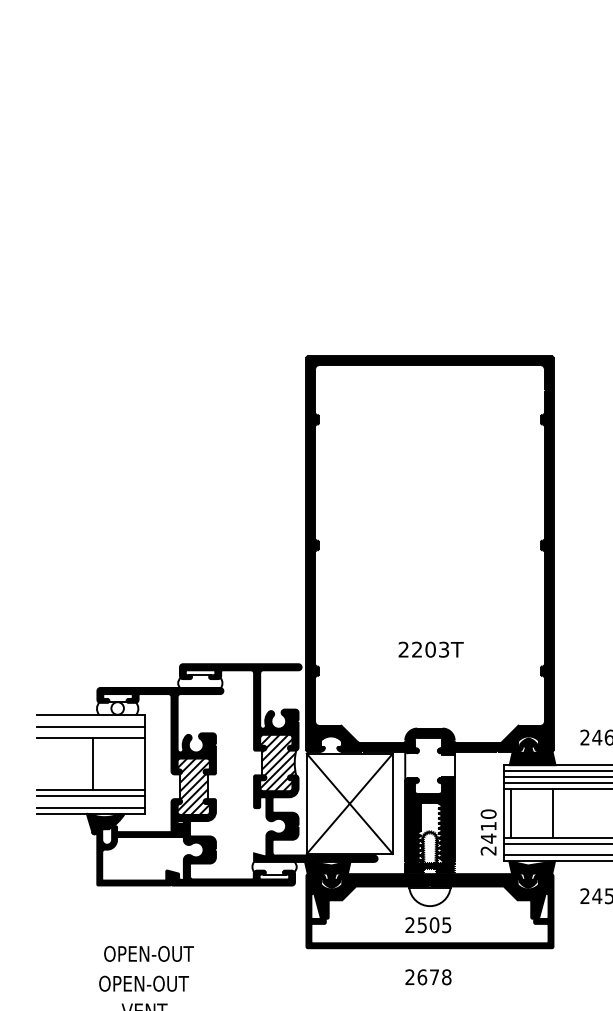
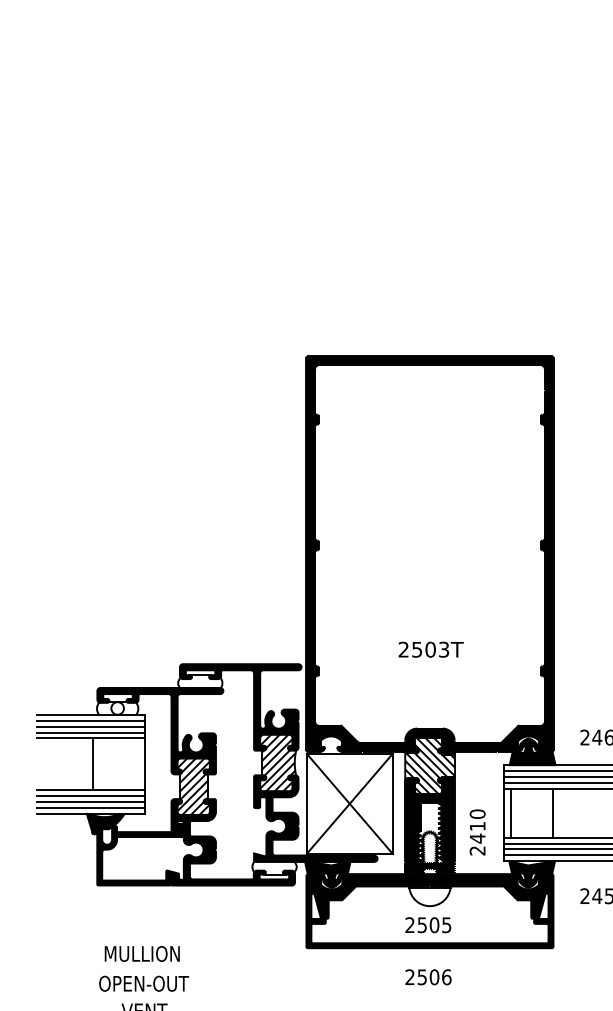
text at (417, 649): 2203T -> 2503T
line at (90, 720): none -> present
line at (90, 732): none -> present
hatch at (429, 765): none -> present
line at (90, 801): none -> present
text at (488, 832) position: (488, 832) -> (477, 832)
line at (556, 849): none -> present
text at (148, 953): OPEN-OUT -> MULLION
text at (434, 977): 2678 -> 2506
